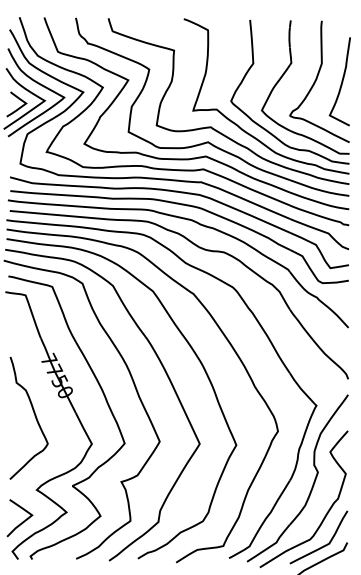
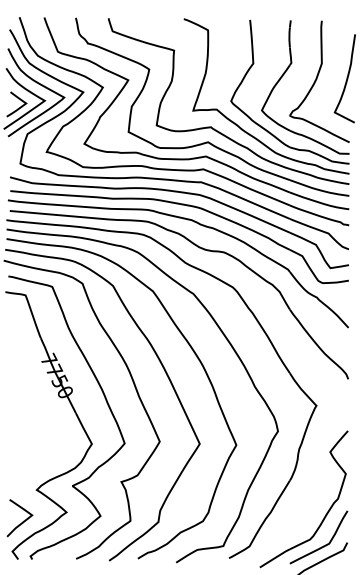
curve at (341, 81) position: (341, 81) -> (346, 78)
curve at (34, 416): present -> none
part at (312, 484): present -> none
